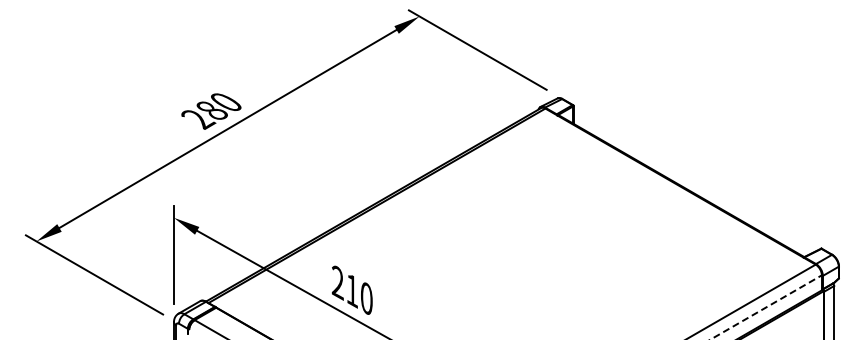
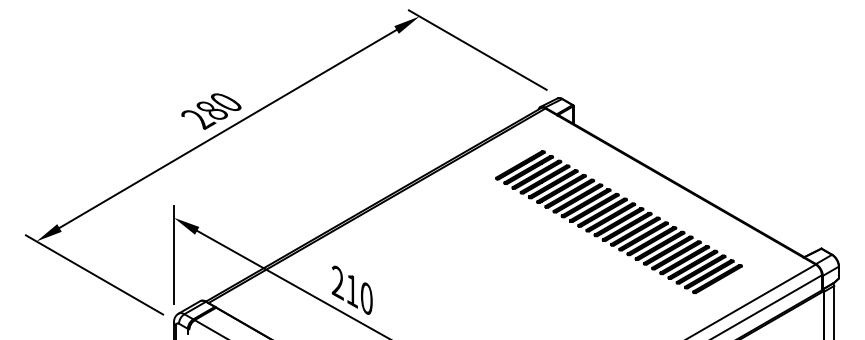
part at (618, 222): none -> present
line at (766, 307): dashed -> solid
